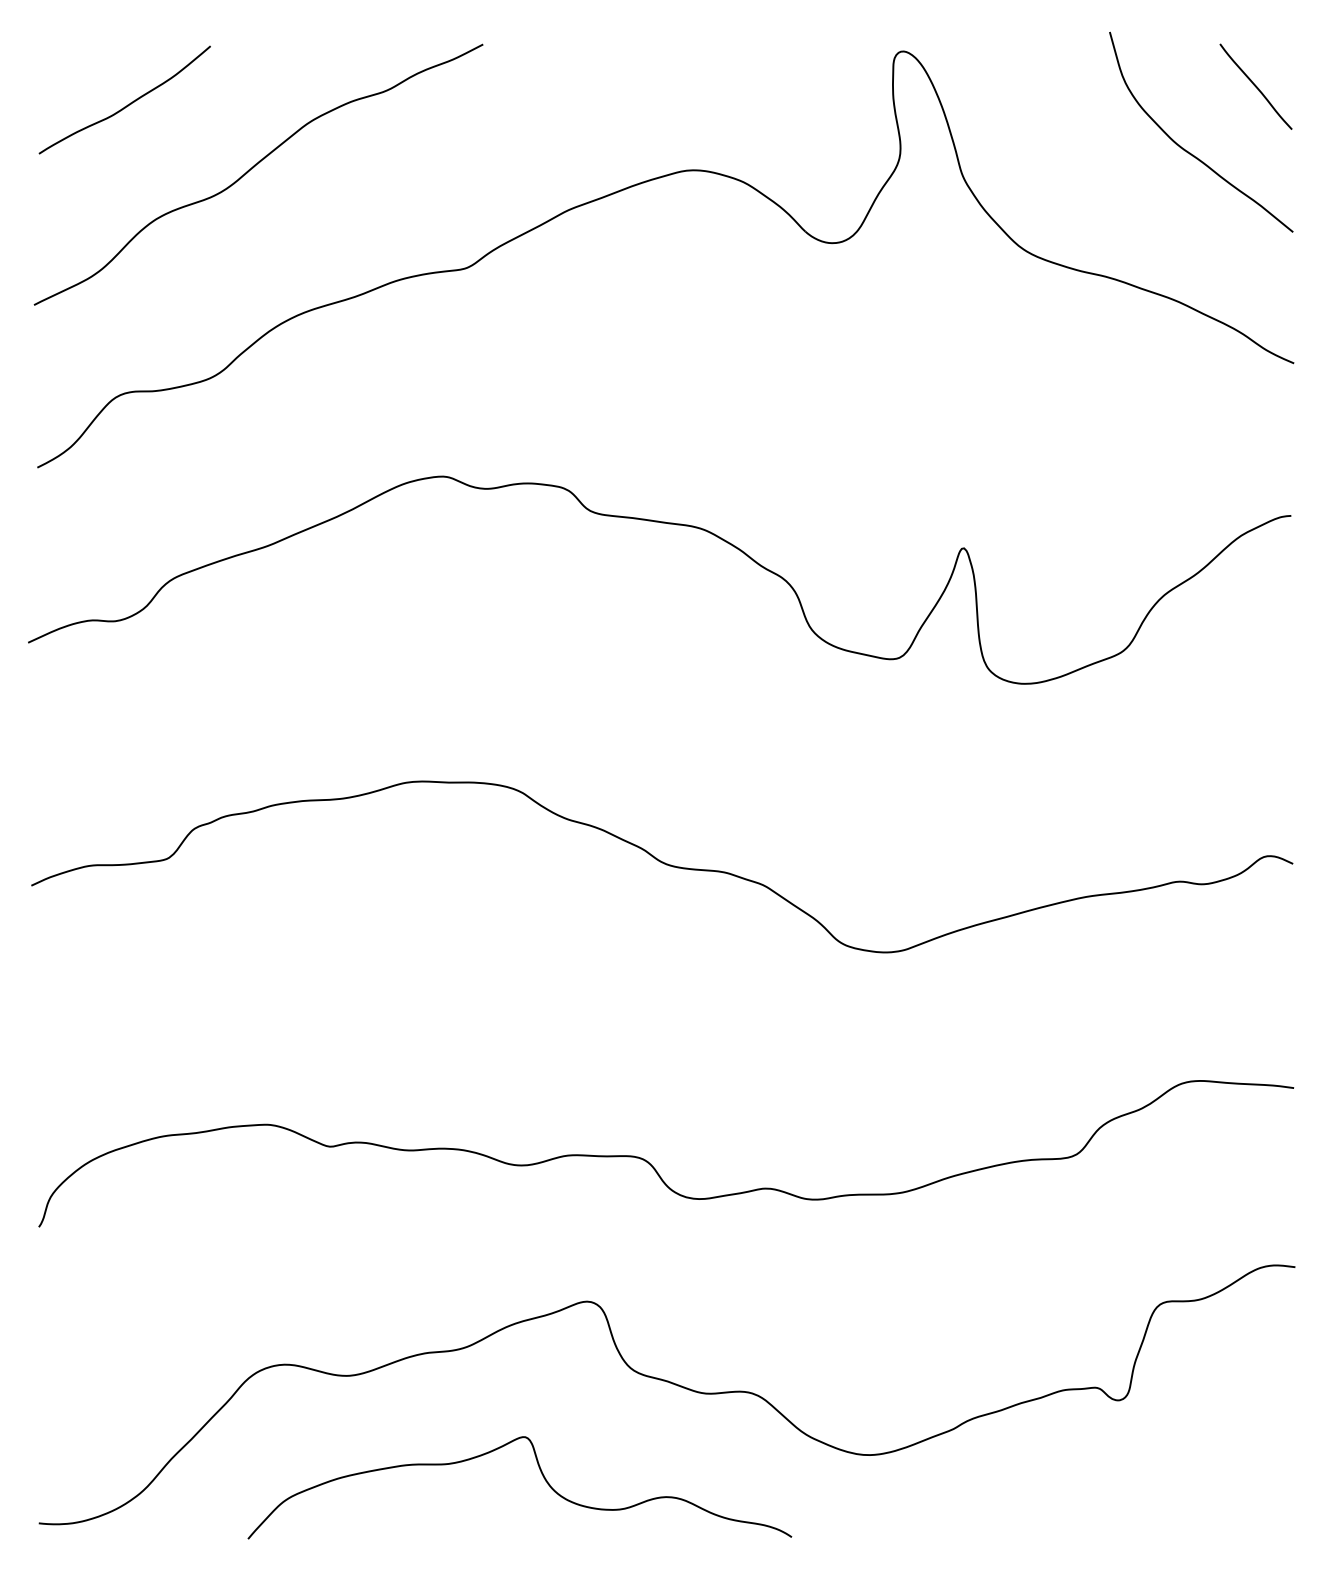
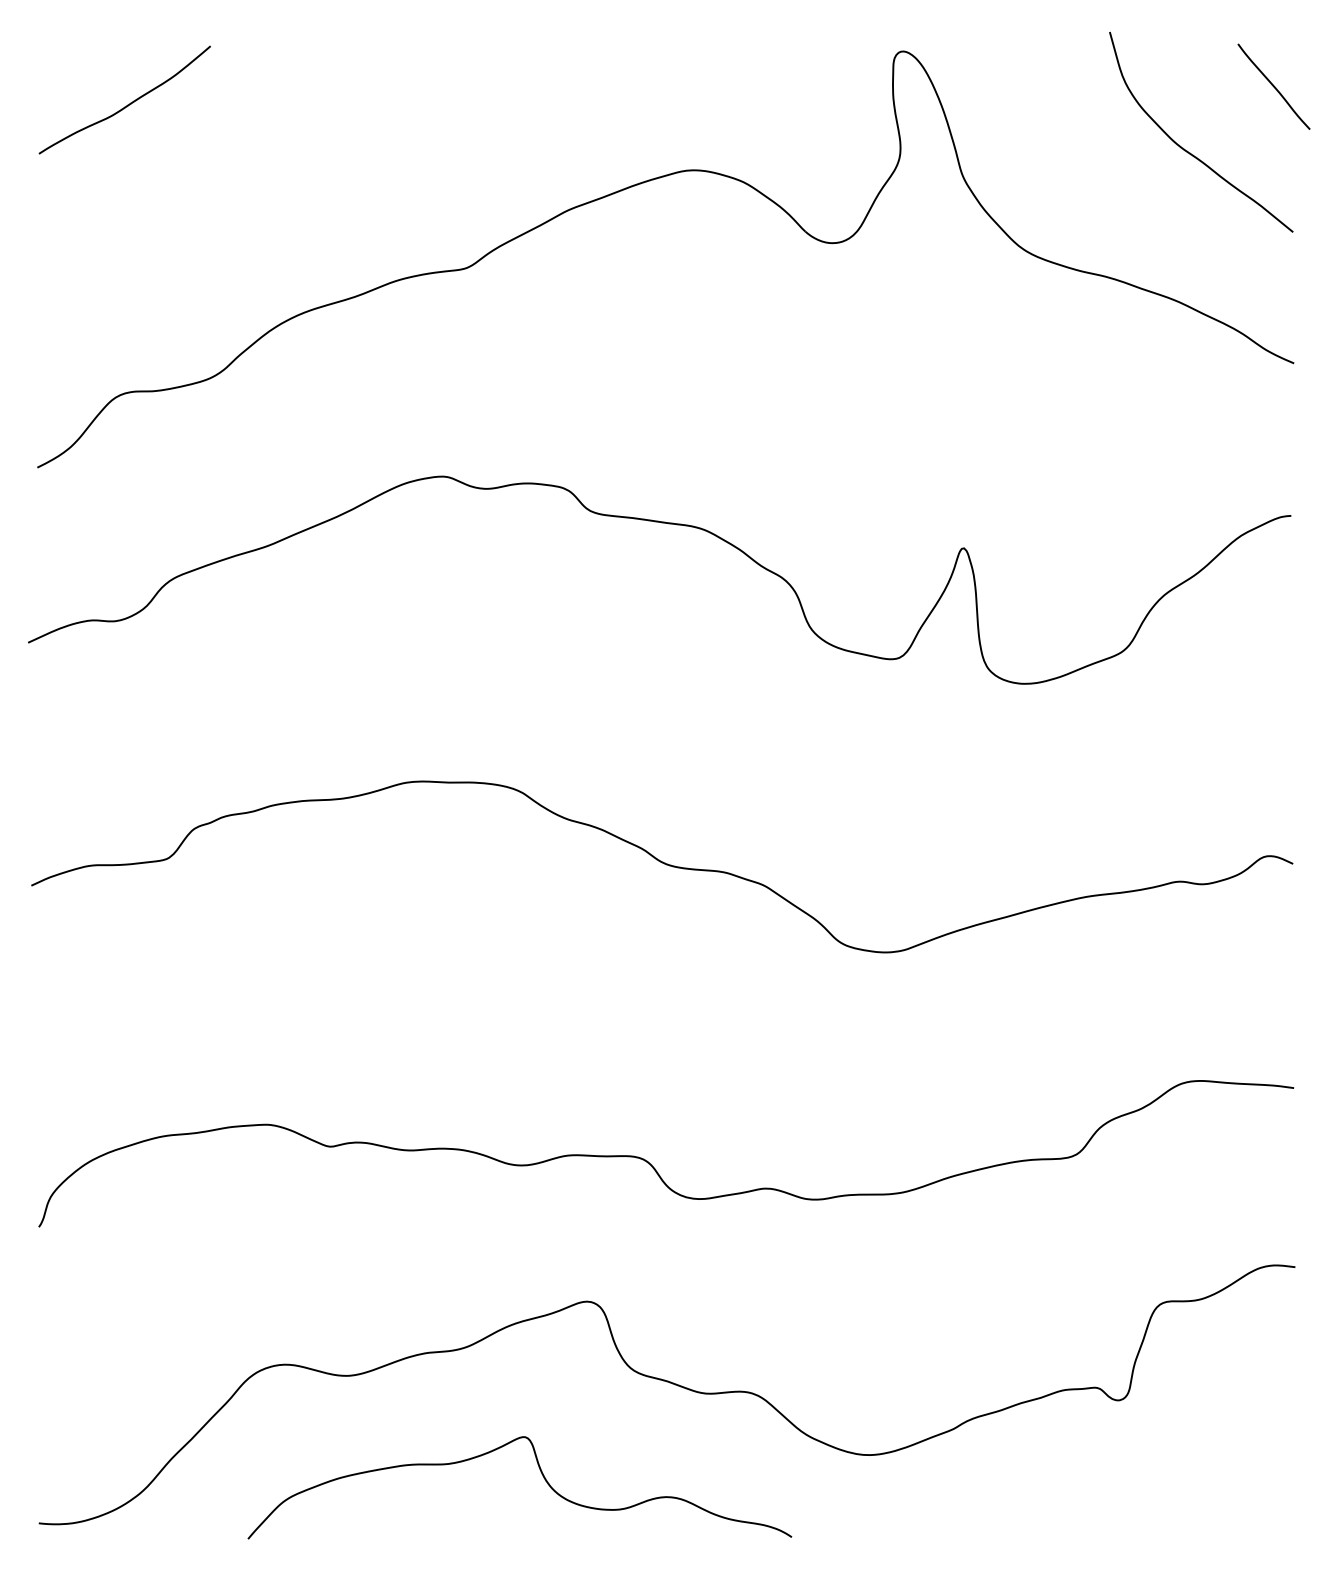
curve at (1255, 86) position: (1255, 86) -> (1273, 86)
curve at (253, 168): present -> none
